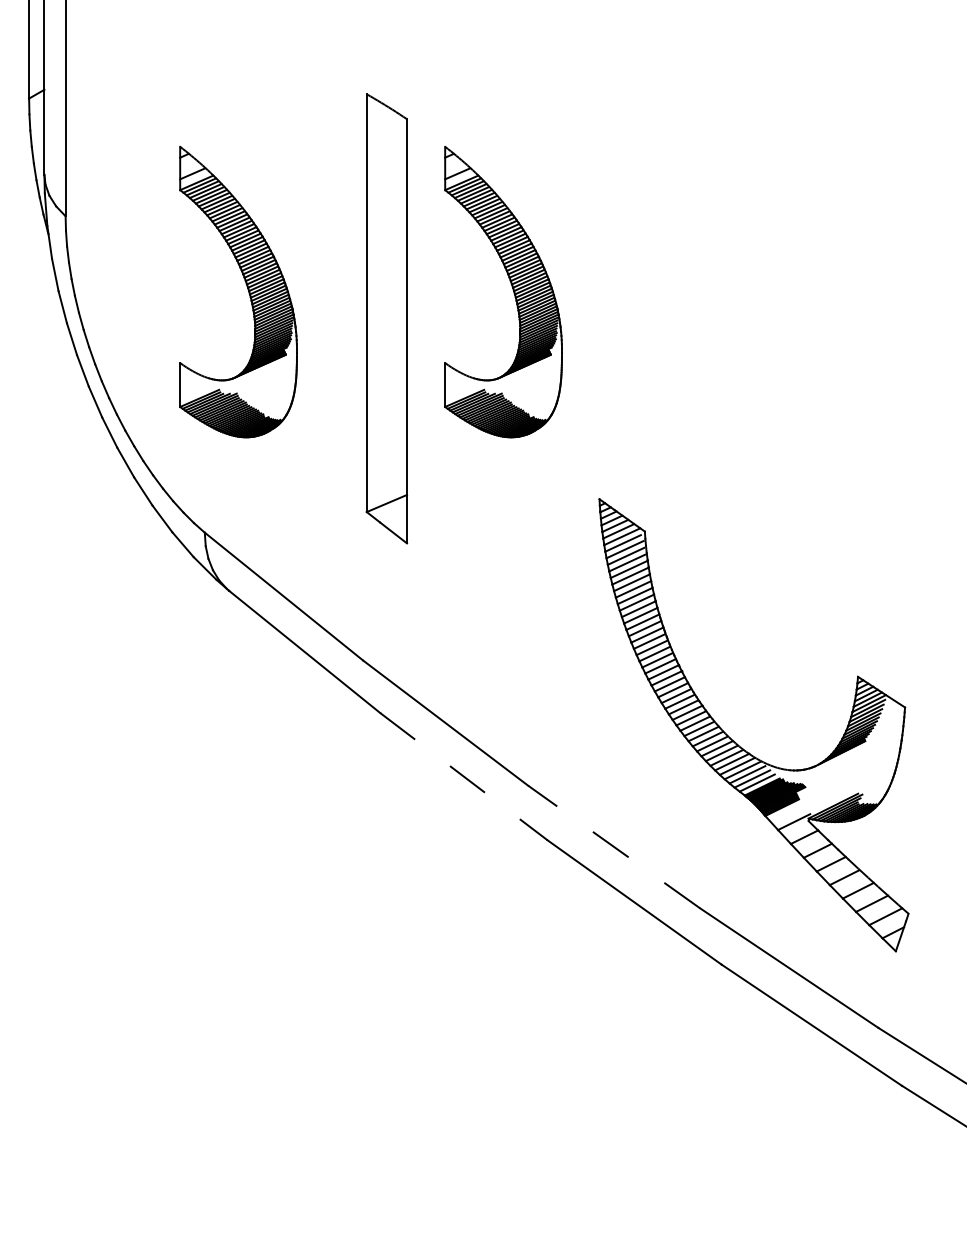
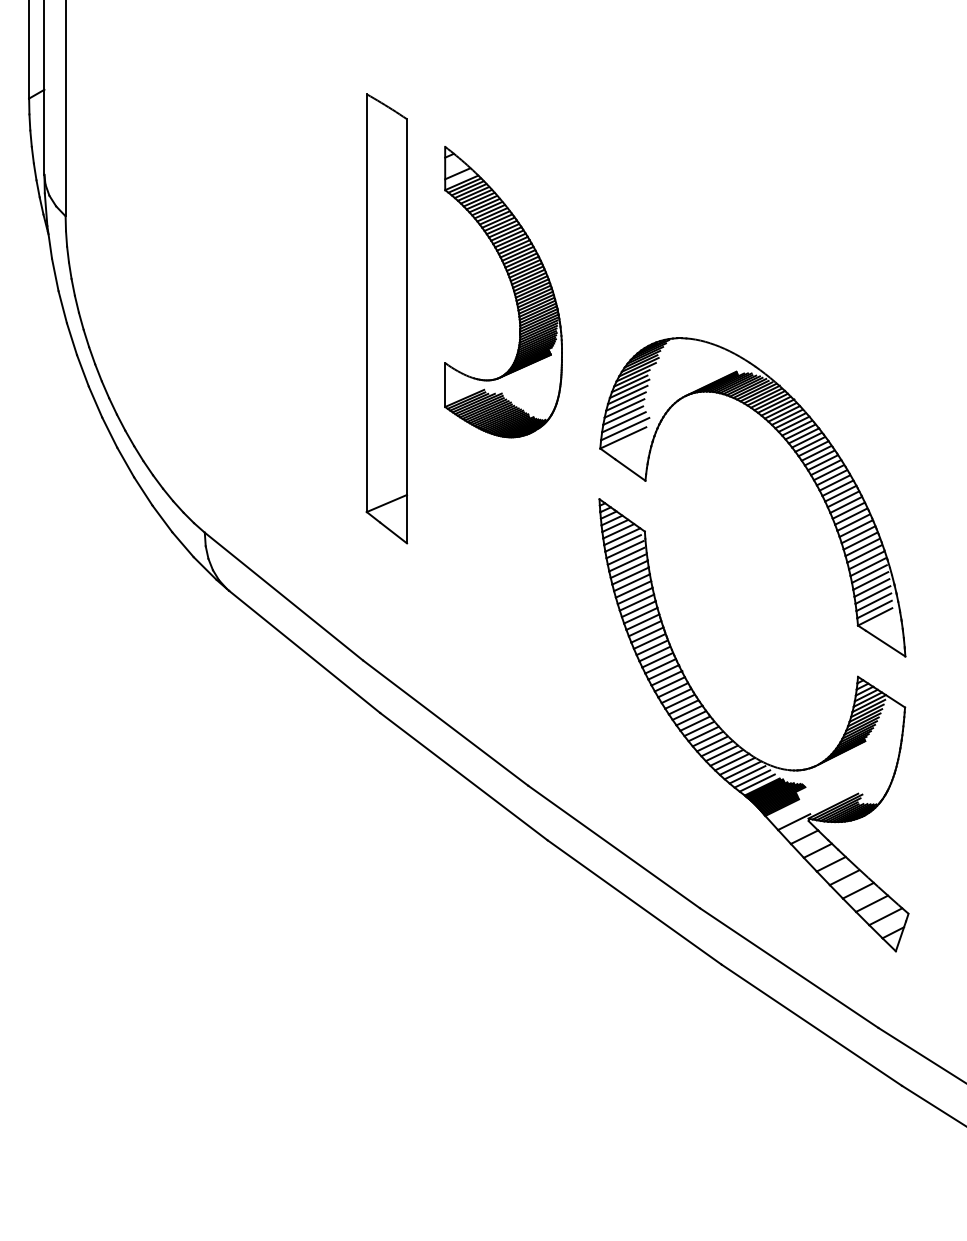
part at (247, 290): present -> none
part at (803, 465): none -> present
line at (464, 776): dashed -> solid
line at (613, 846): dashed -> solid
